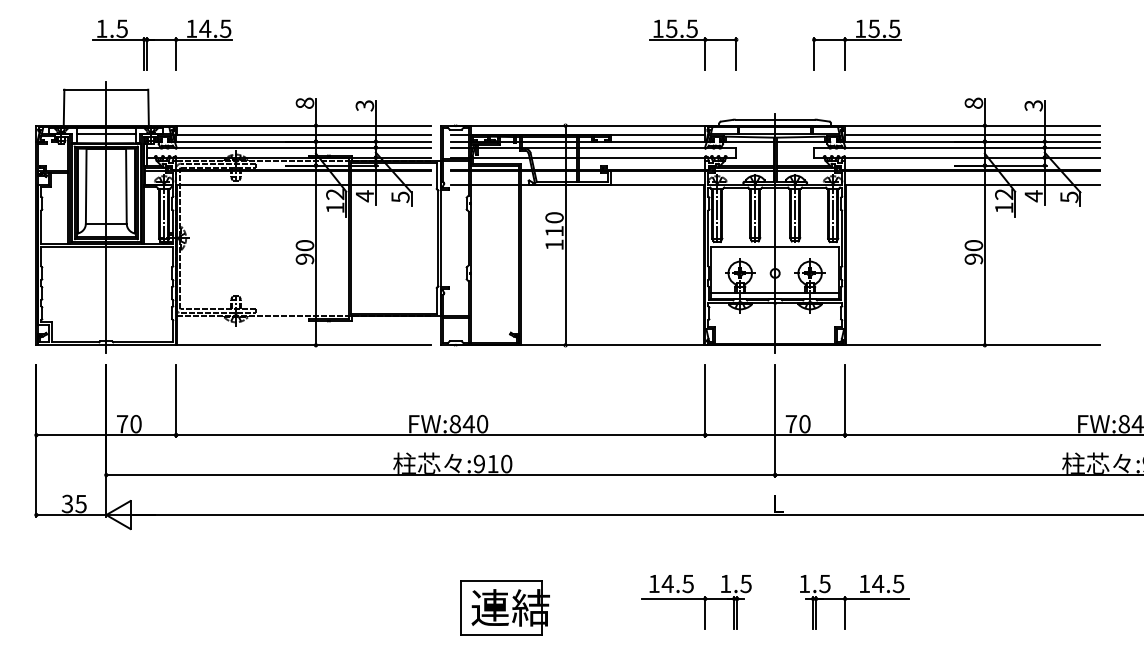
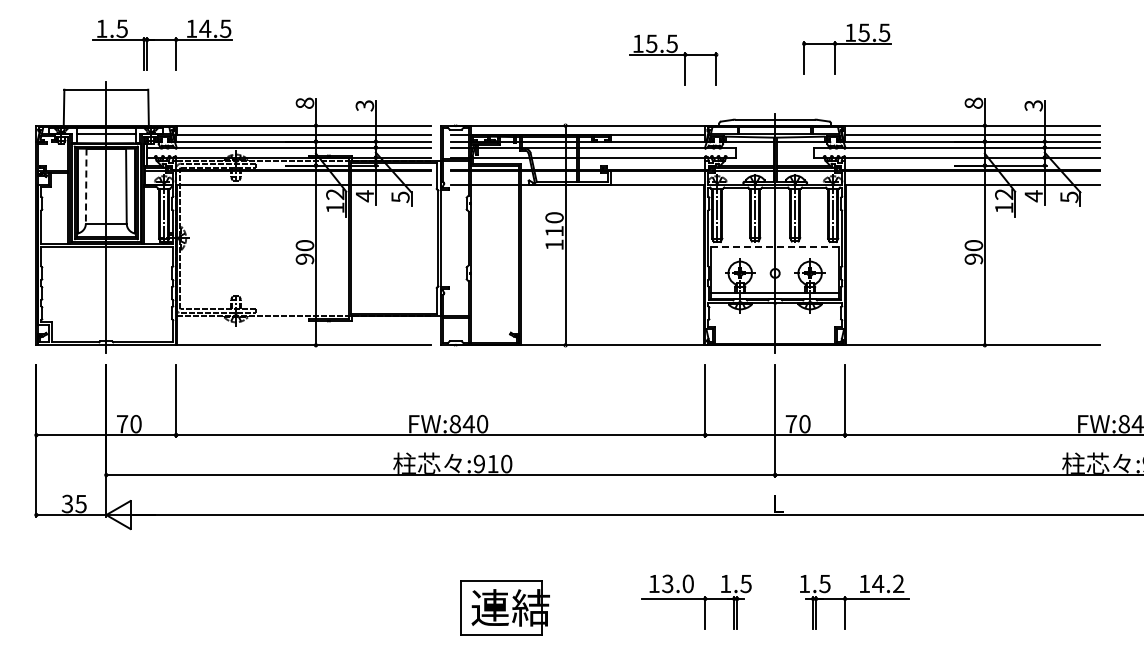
part at (693, 44) position: (693, 44) -> (673, 59)
part at (856, 44) position: (856, 44) -> (846, 48)
line at (86, 186): solid -> dashed
line at (775, 247): solid -> dashed
text at (677, 583): 14.5 -> 13.0
text at (898, 583): 14.5 -> 14.2
